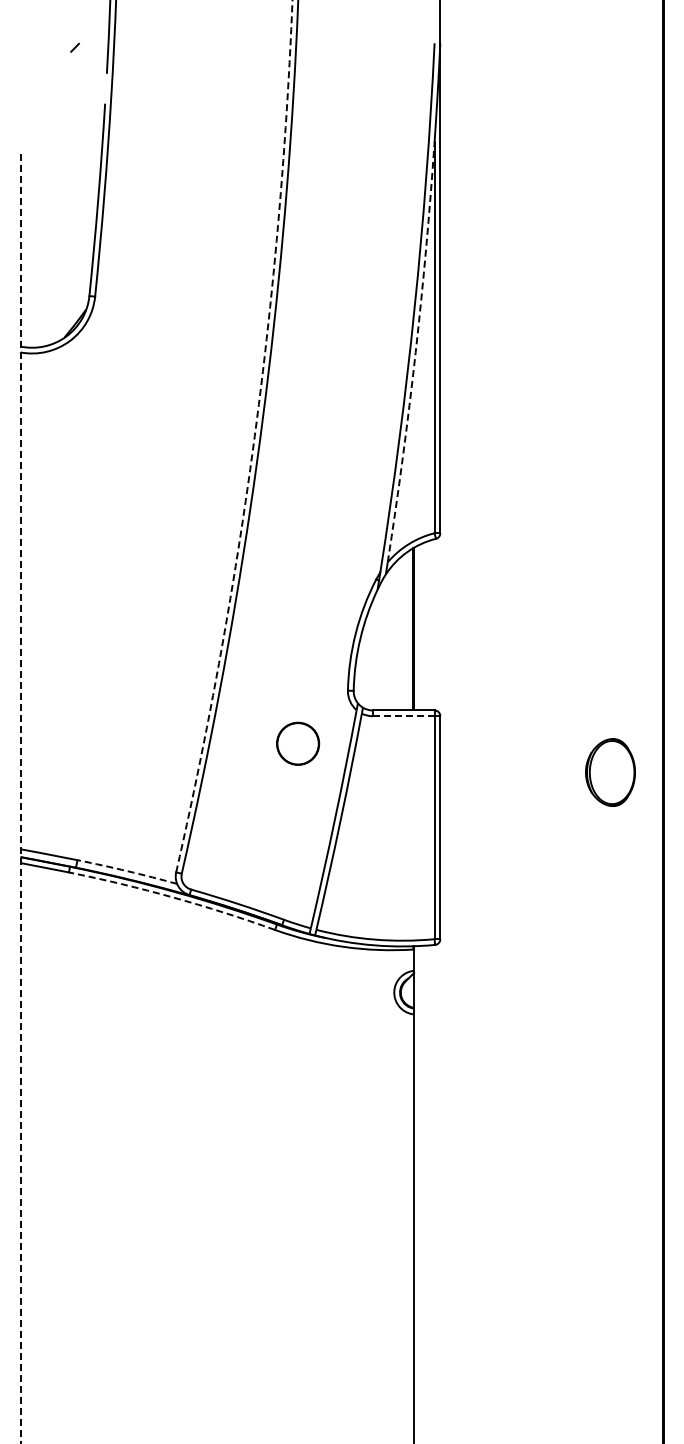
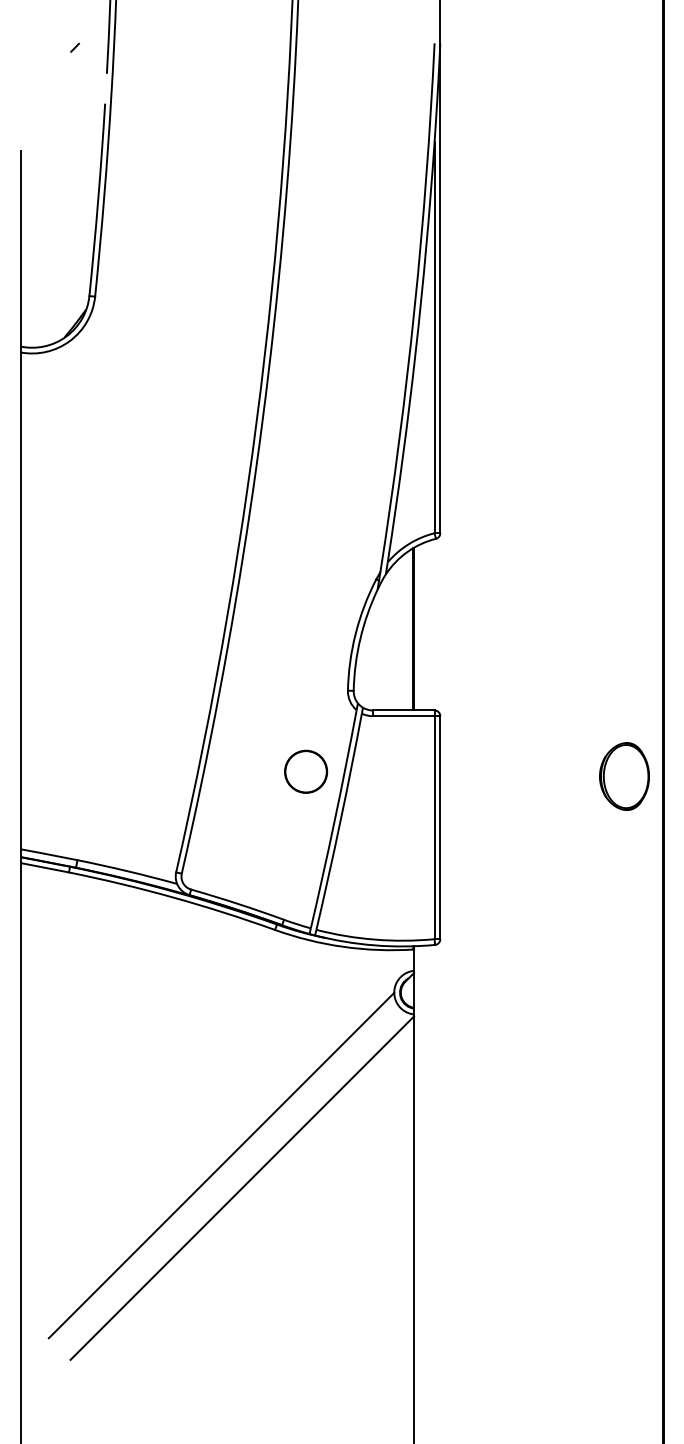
arc at (415, 352): dashed -> solid
arc at (254, 438): dashed -> solid
line at (403, 716): dashed -> solid
circle at (298, 743) position: (298, 743) -> (306, 771)
part at (610, 772) position: (610, 772) -> (624, 776)
line at (20, 797): dashed -> solid
arc at (127, 871): dashed -> solid
arc at (173, 897): dashed -> solid
line at (221, 1165): none -> present
line at (242, 1187): none -> present
